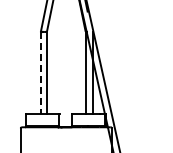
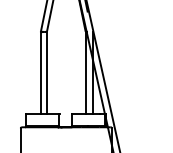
line at (40, 73): dashed -> solid
